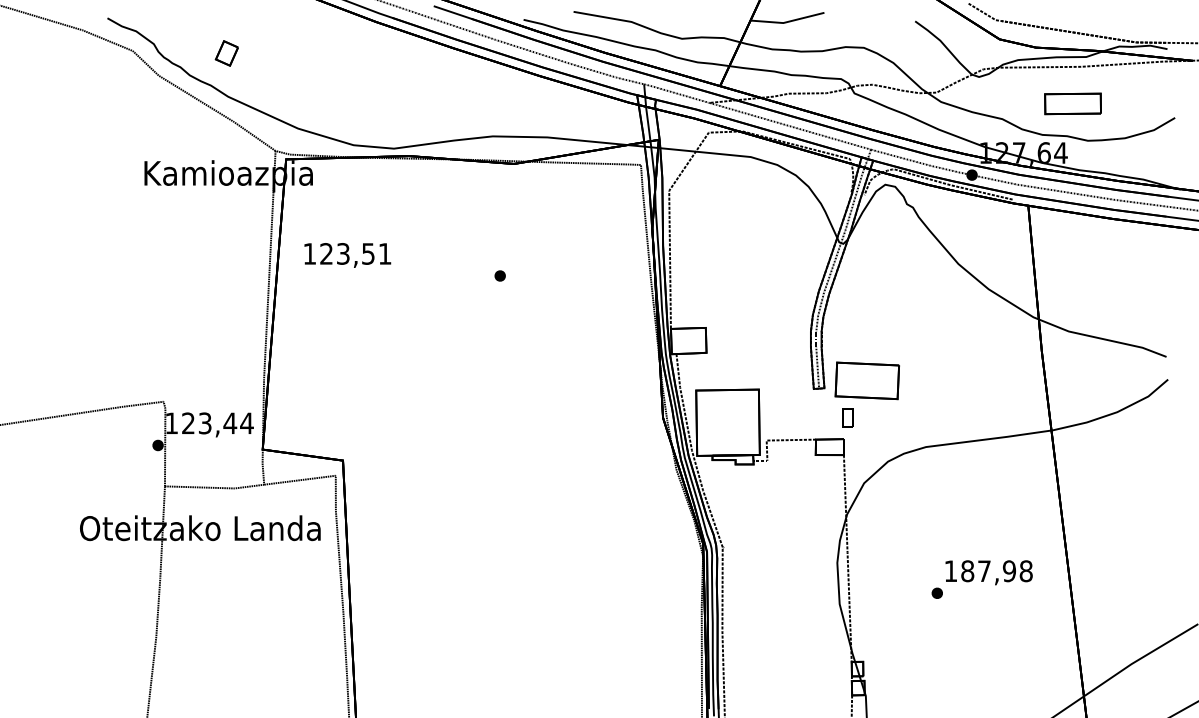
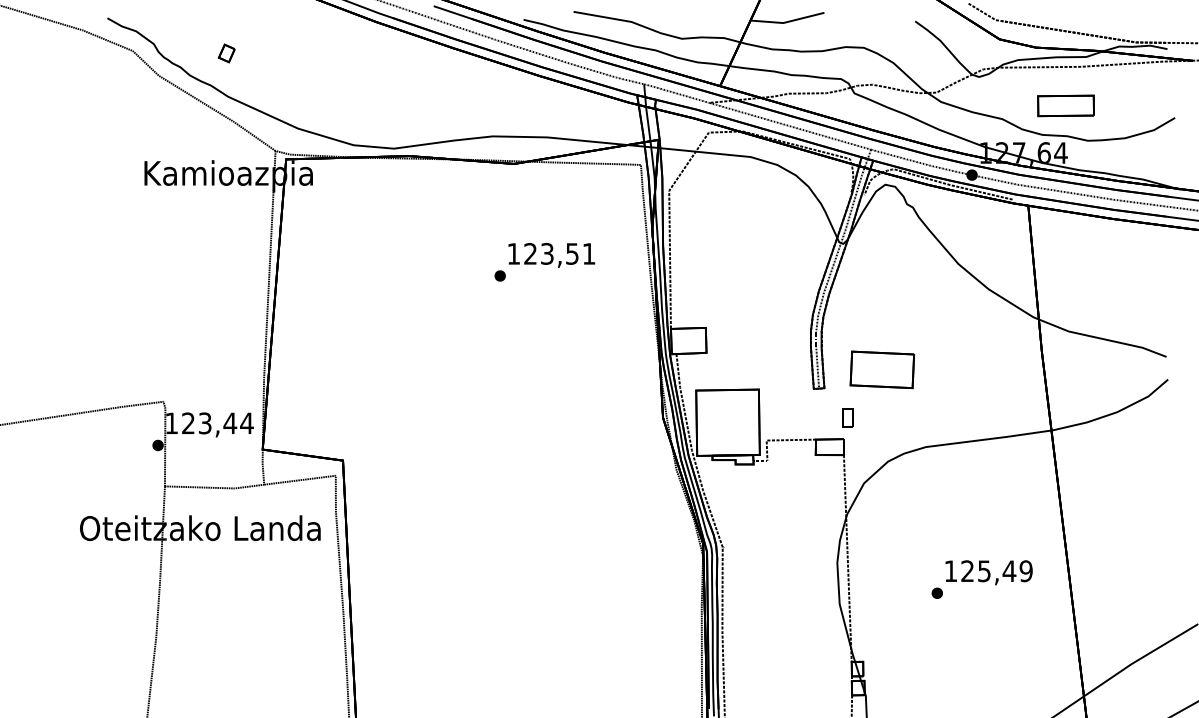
part at (226, 53) size: 25x27 px -> 19x21 px
part at (1072, 103) position: (1072, 103) -> (1065, 105)
text at (347, 255) position: (347, 255) -> (551, 255)
part at (866, 380) position: (866, 380) -> (881, 369)
text at (996, 571): 187,98 -> 125,49
